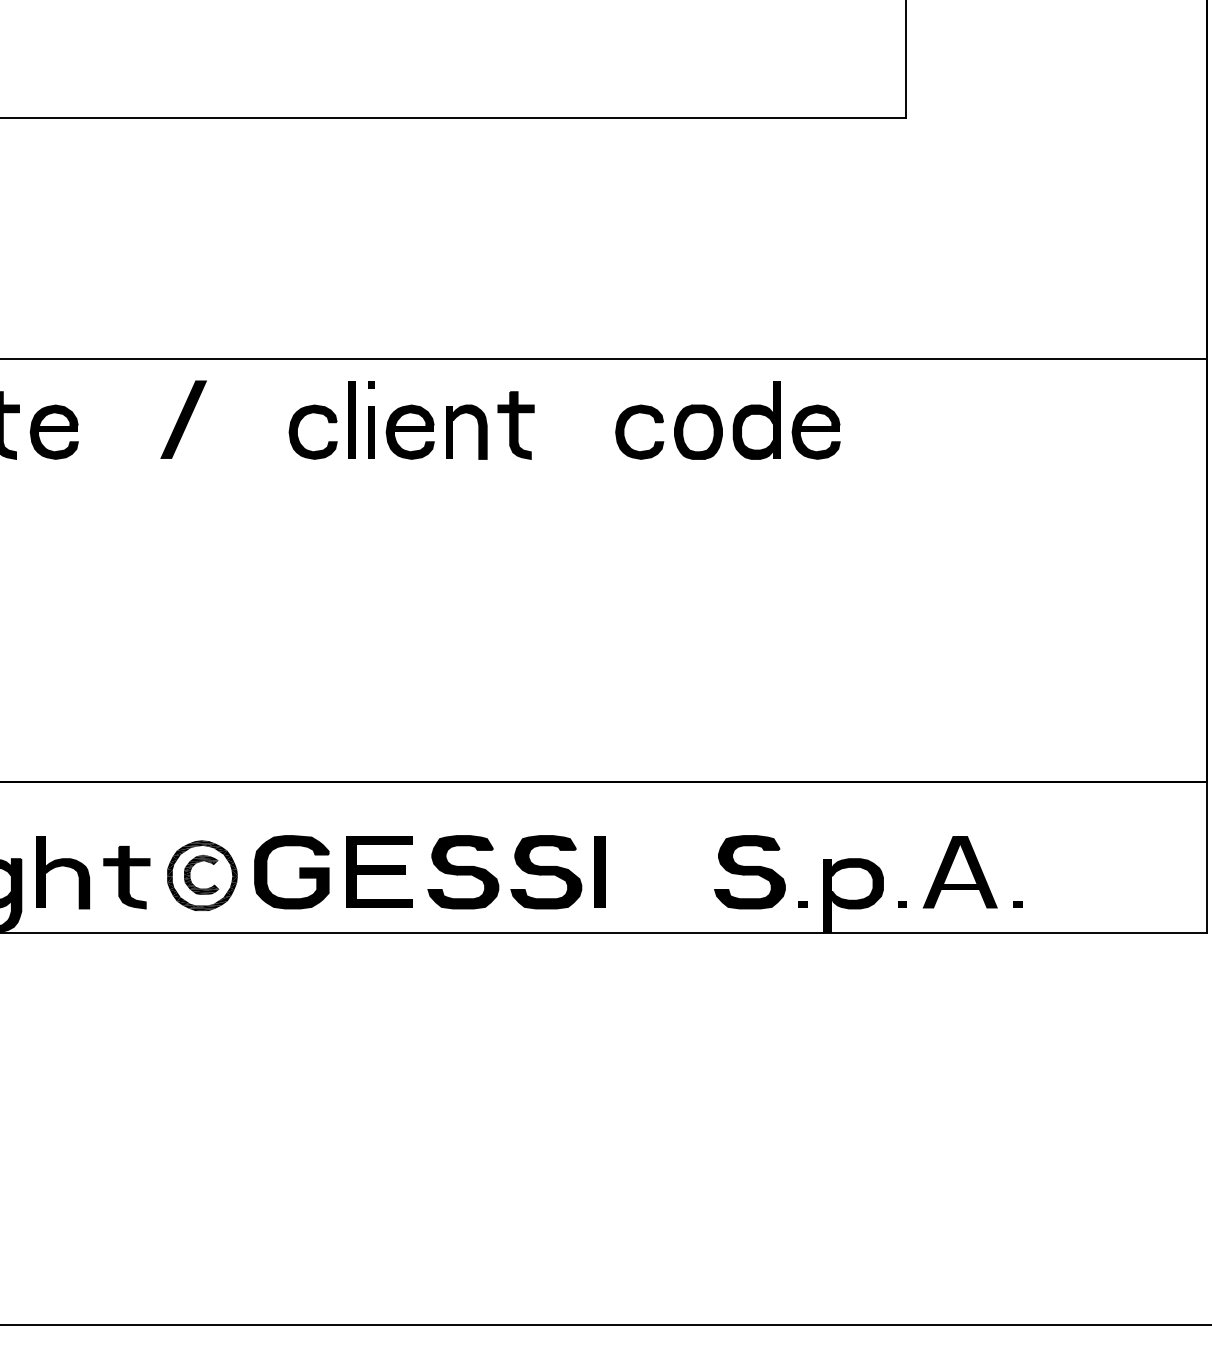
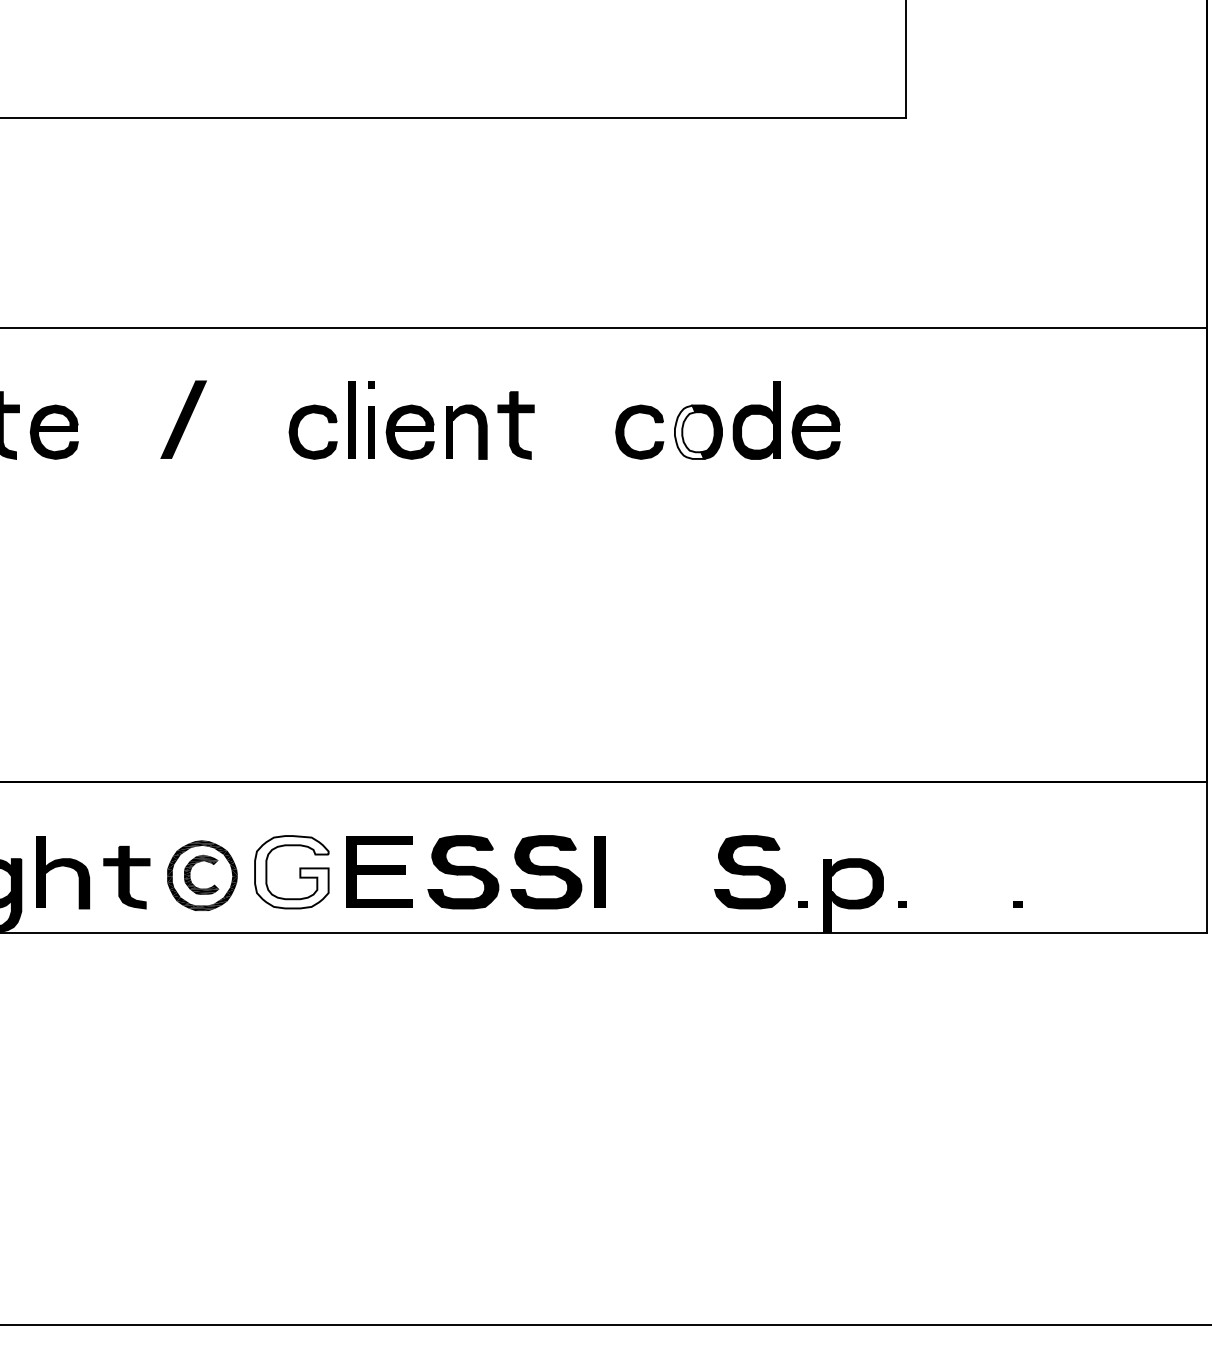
line at (604, 359) position: (604, 359) -> (604, 328)
fill at (689, 431): present -> none
fill at (291, 872): present -> none
part at (959, 872): present -> none
